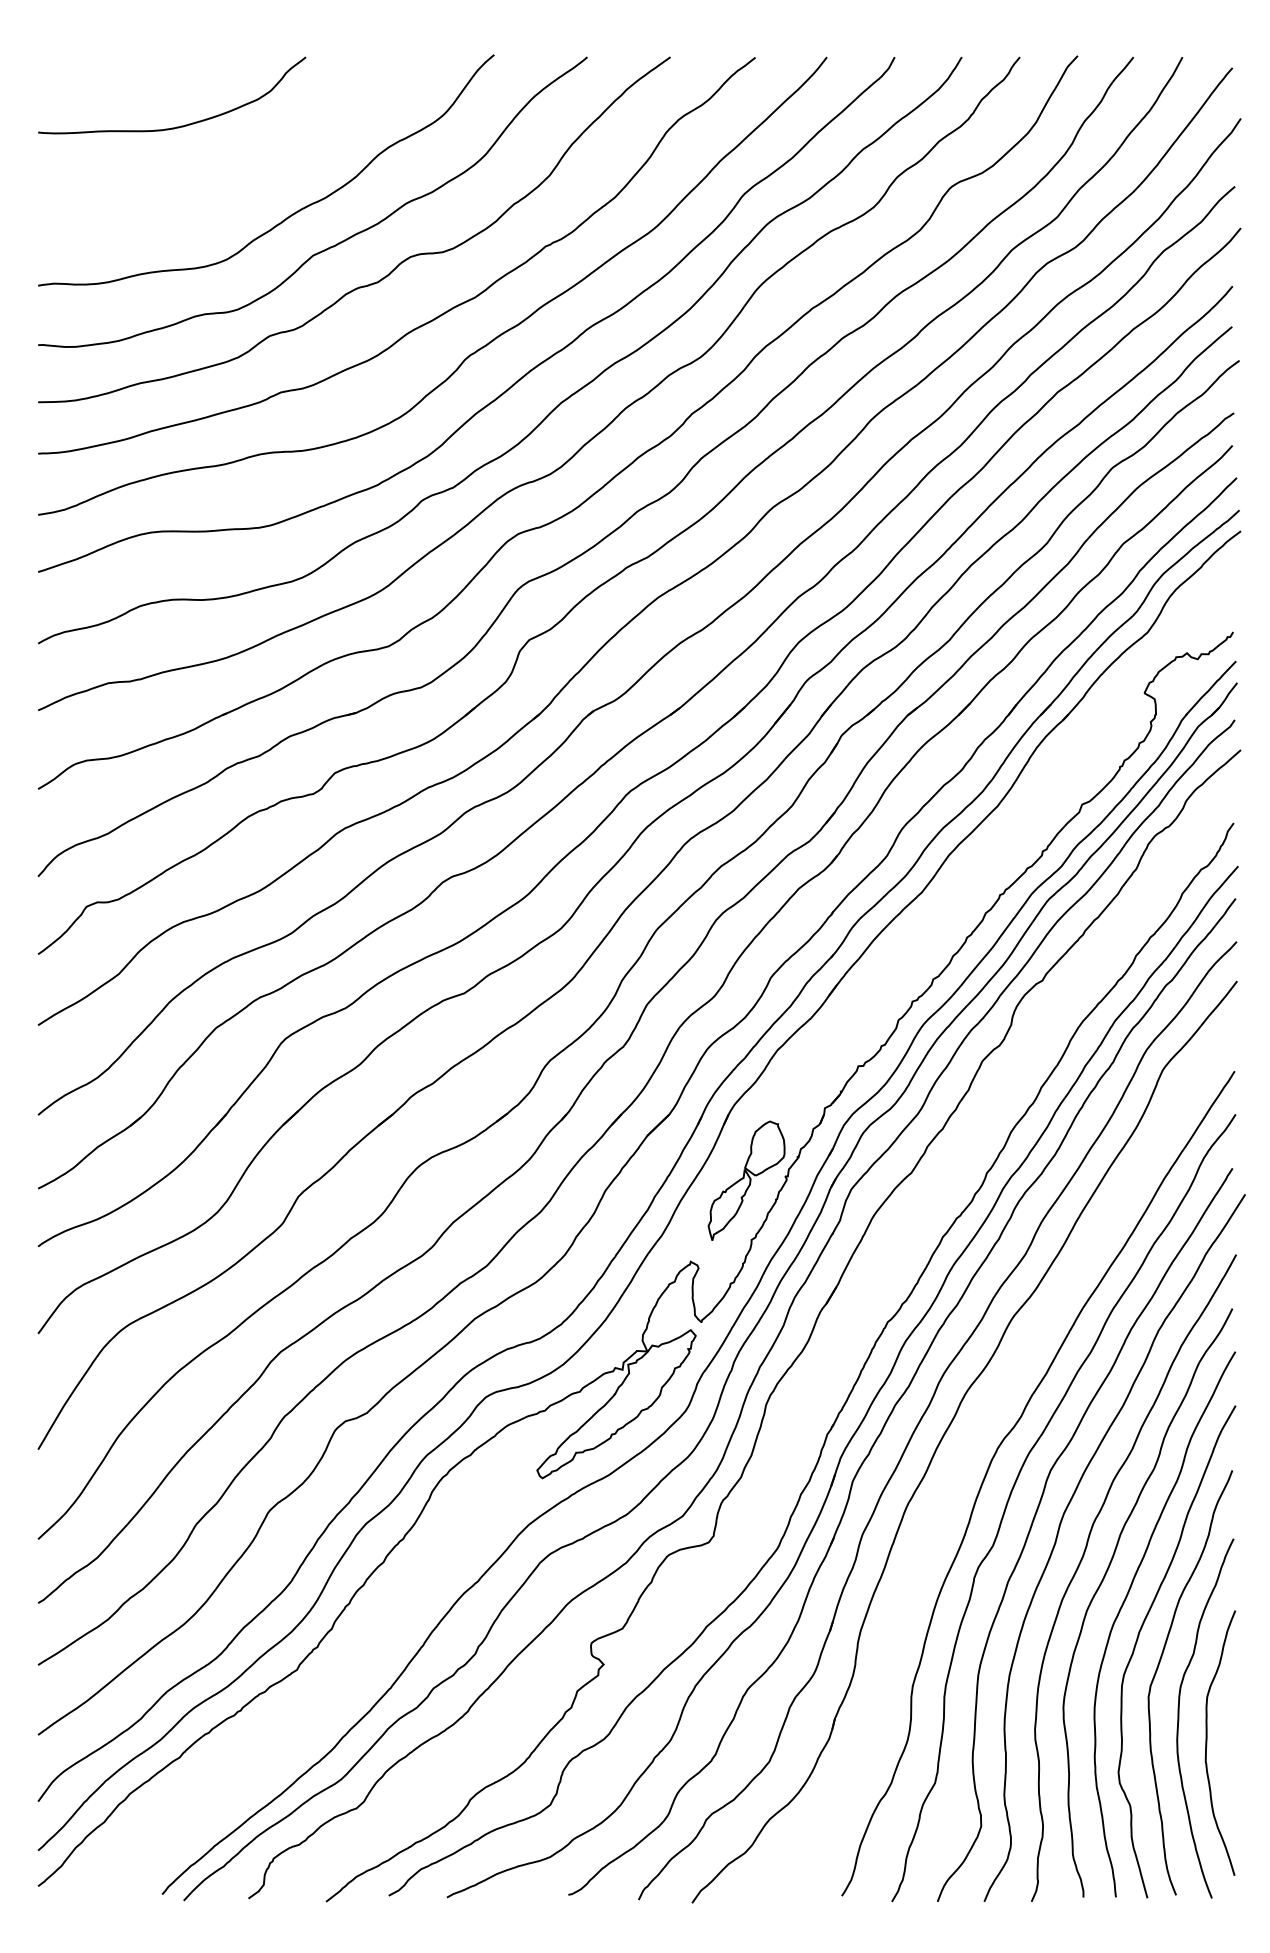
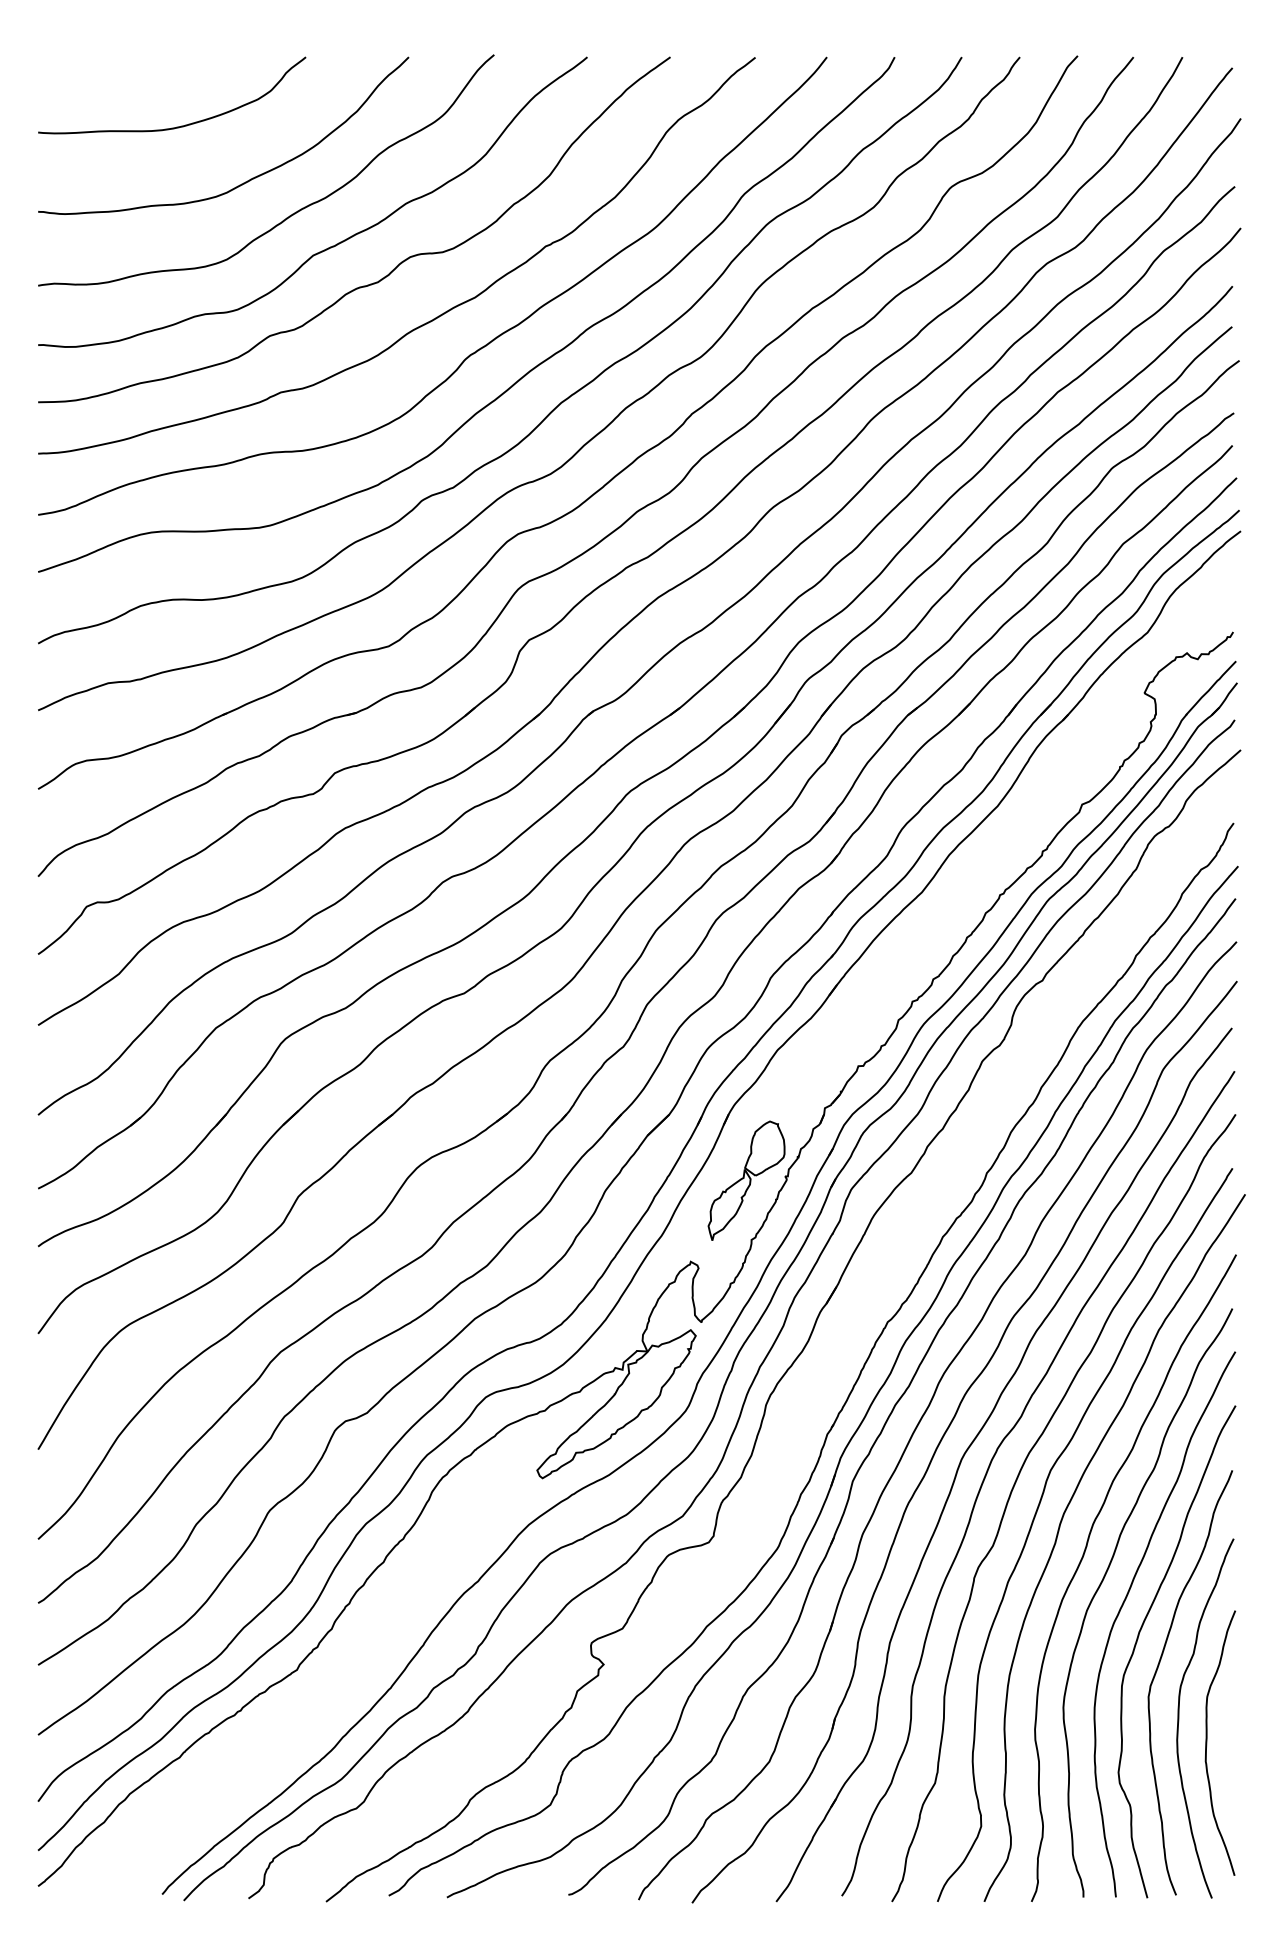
curve at (250, 178): none -> present
part at (972, 1444): none -> present
